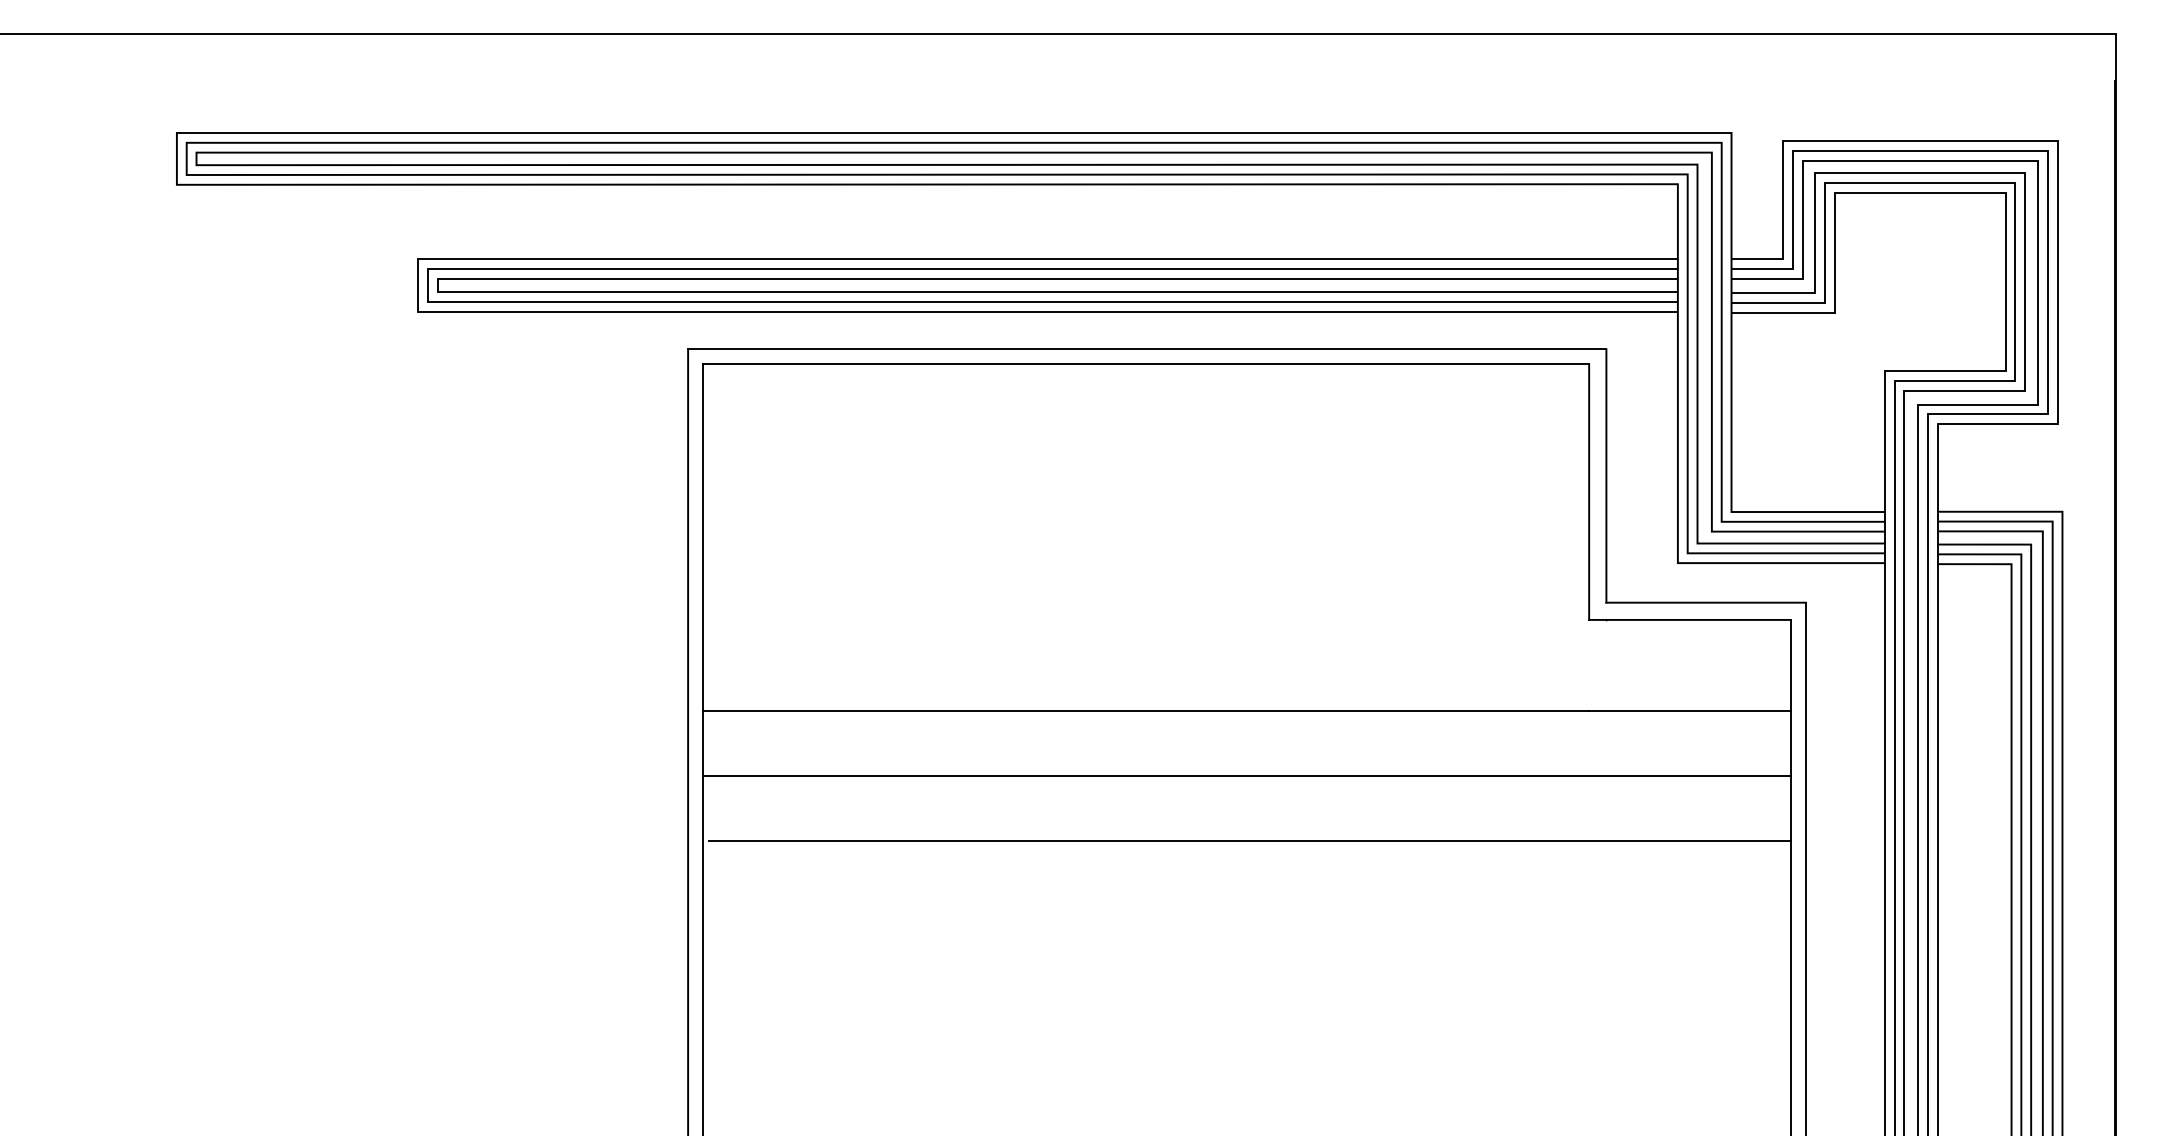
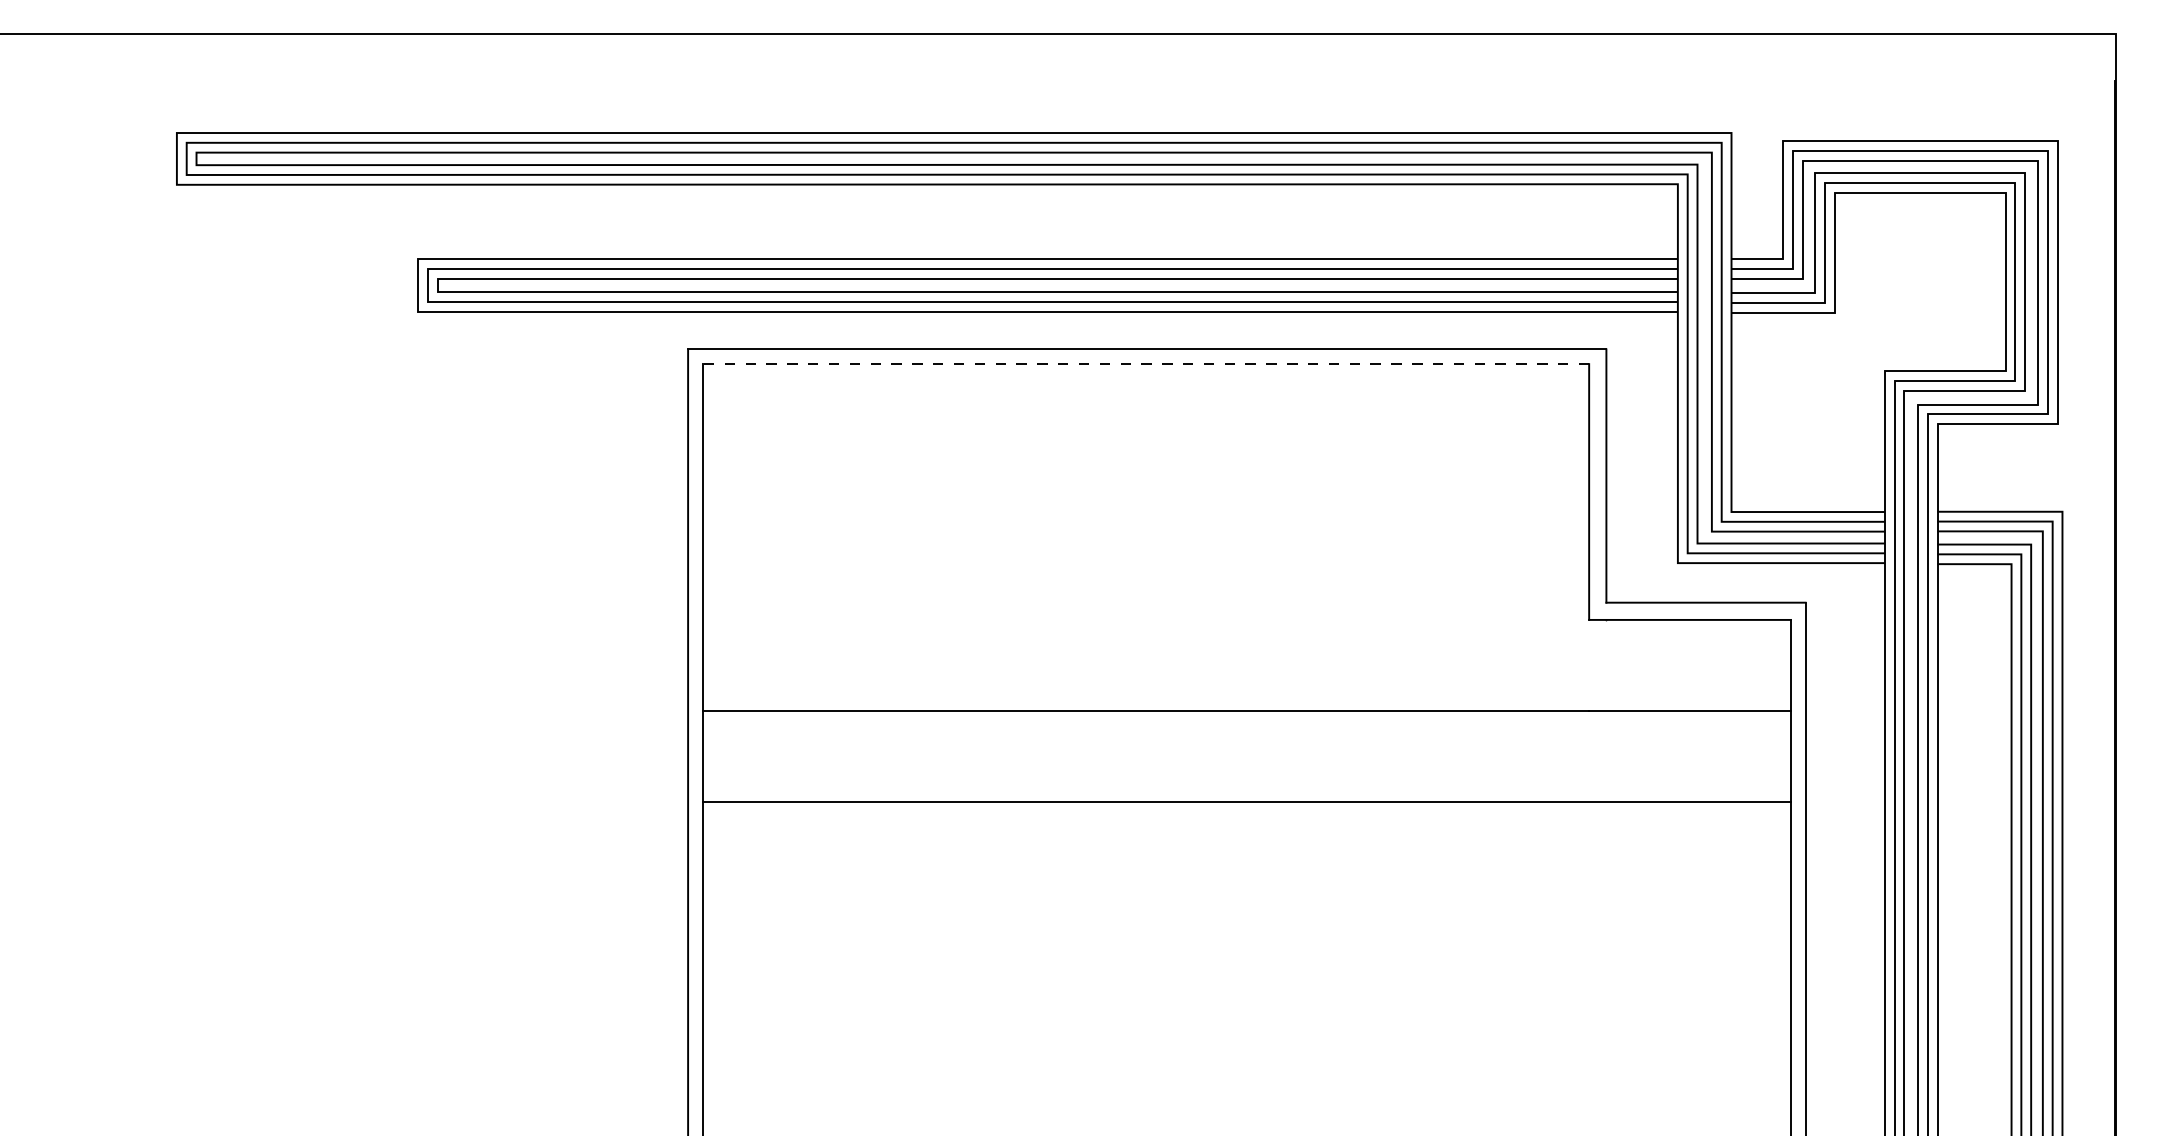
line at (1145, 364): solid -> dashed
line at (1246, 776) position: (1246, 776) -> (1246, 802)
line at (1249, 840): present -> none
